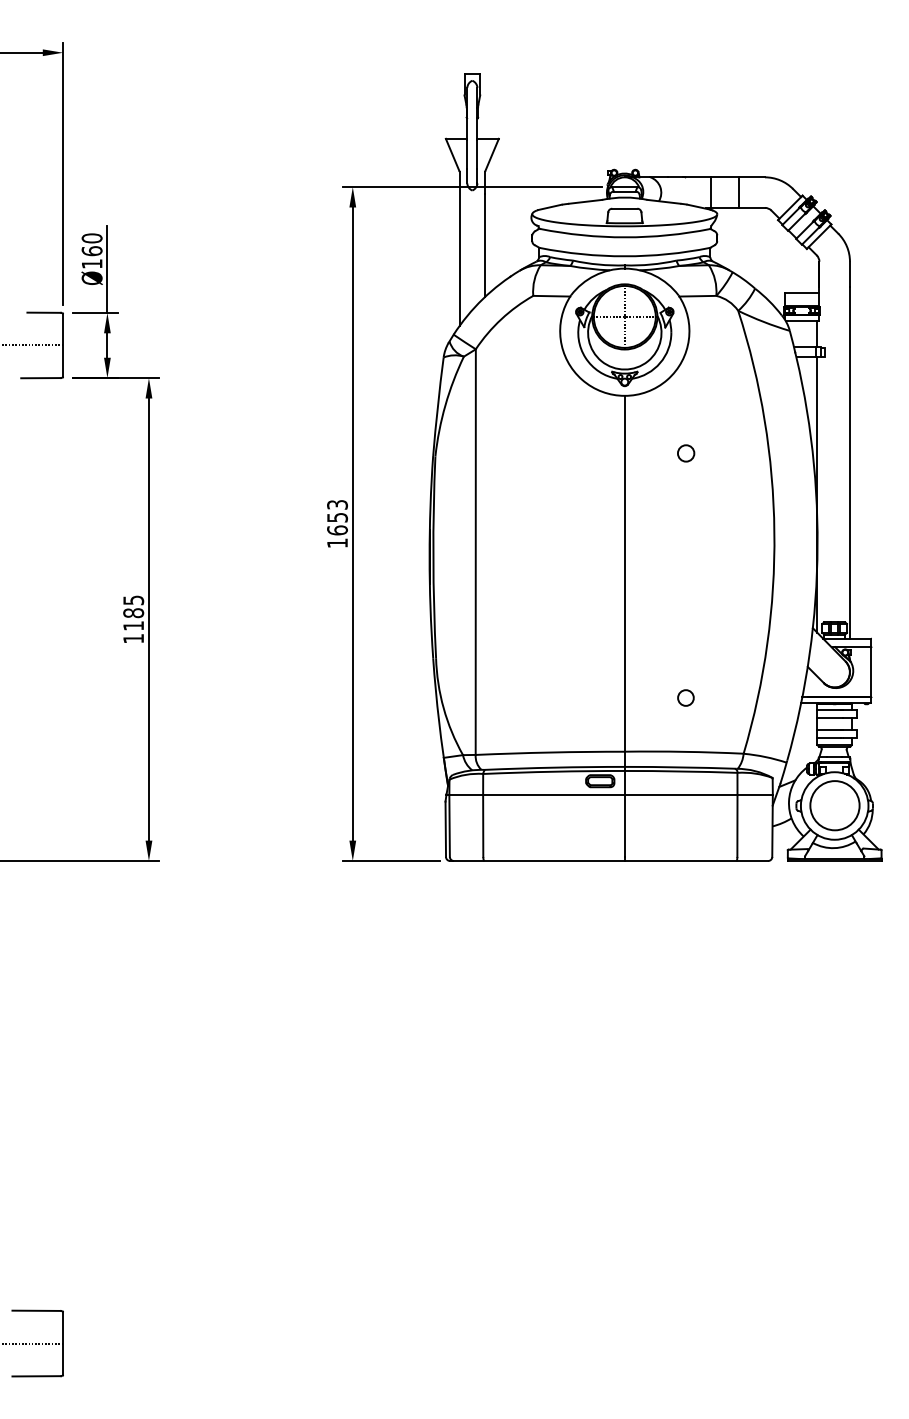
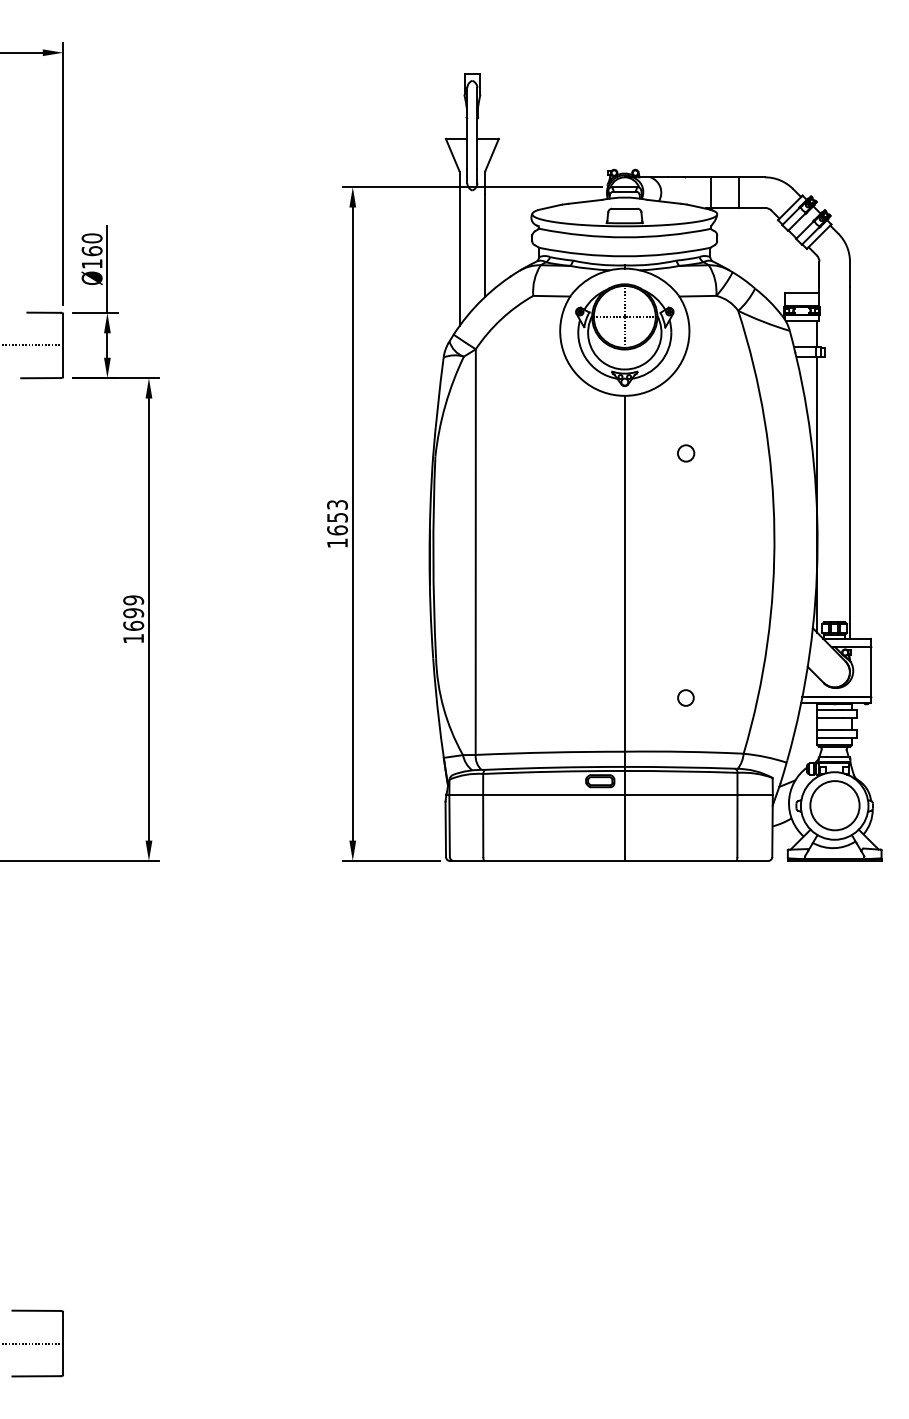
text at (133, 612): 1185 -> 1699
